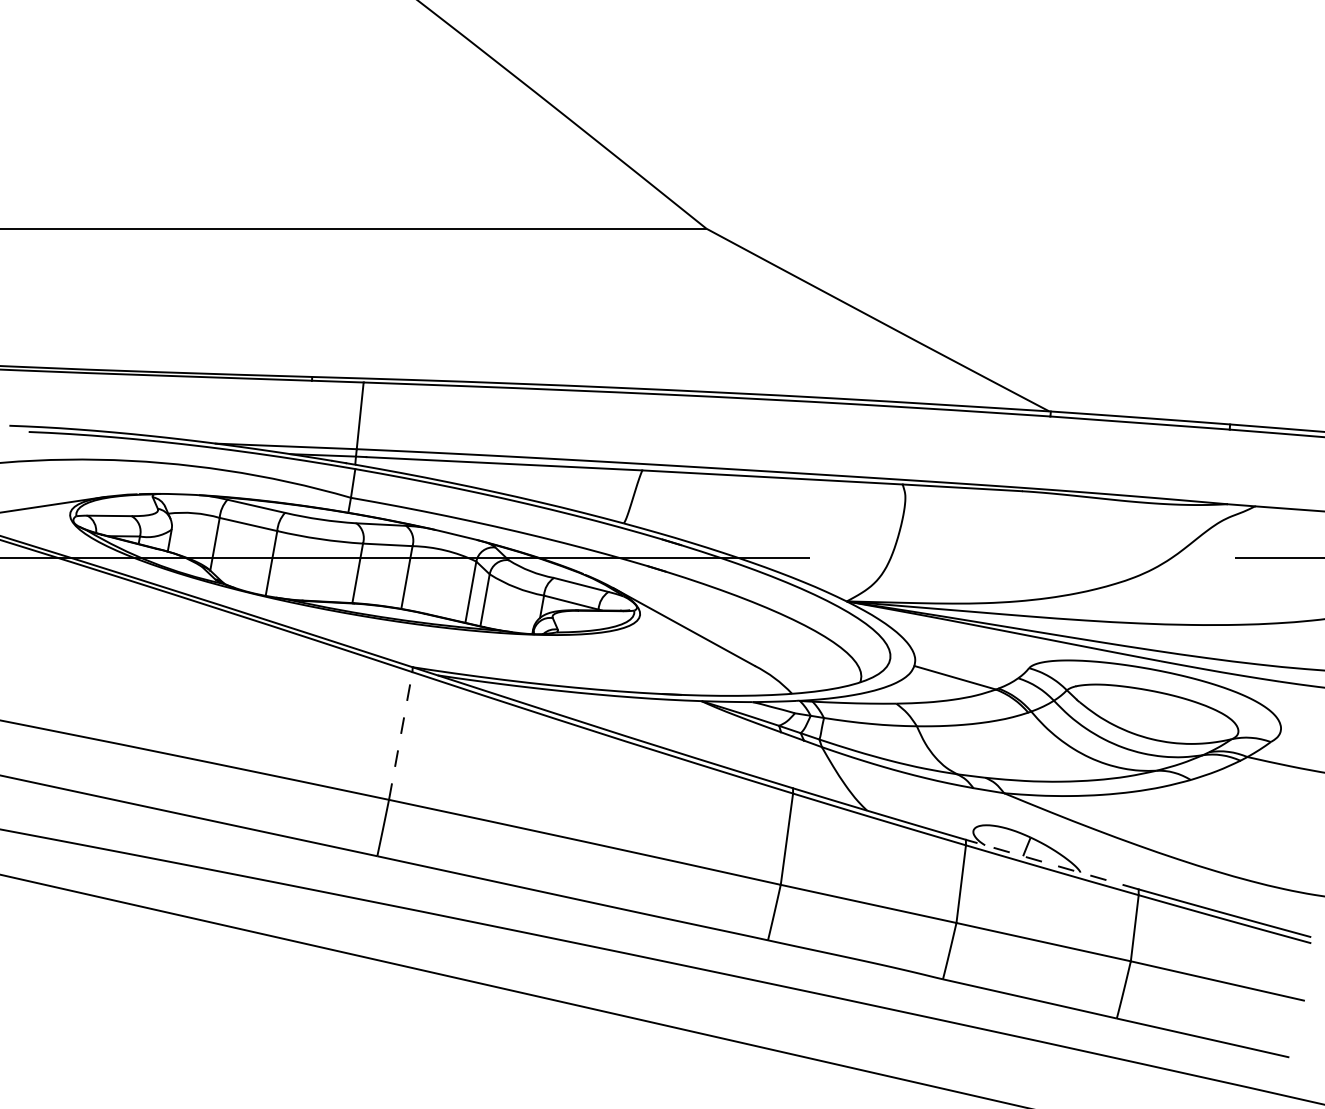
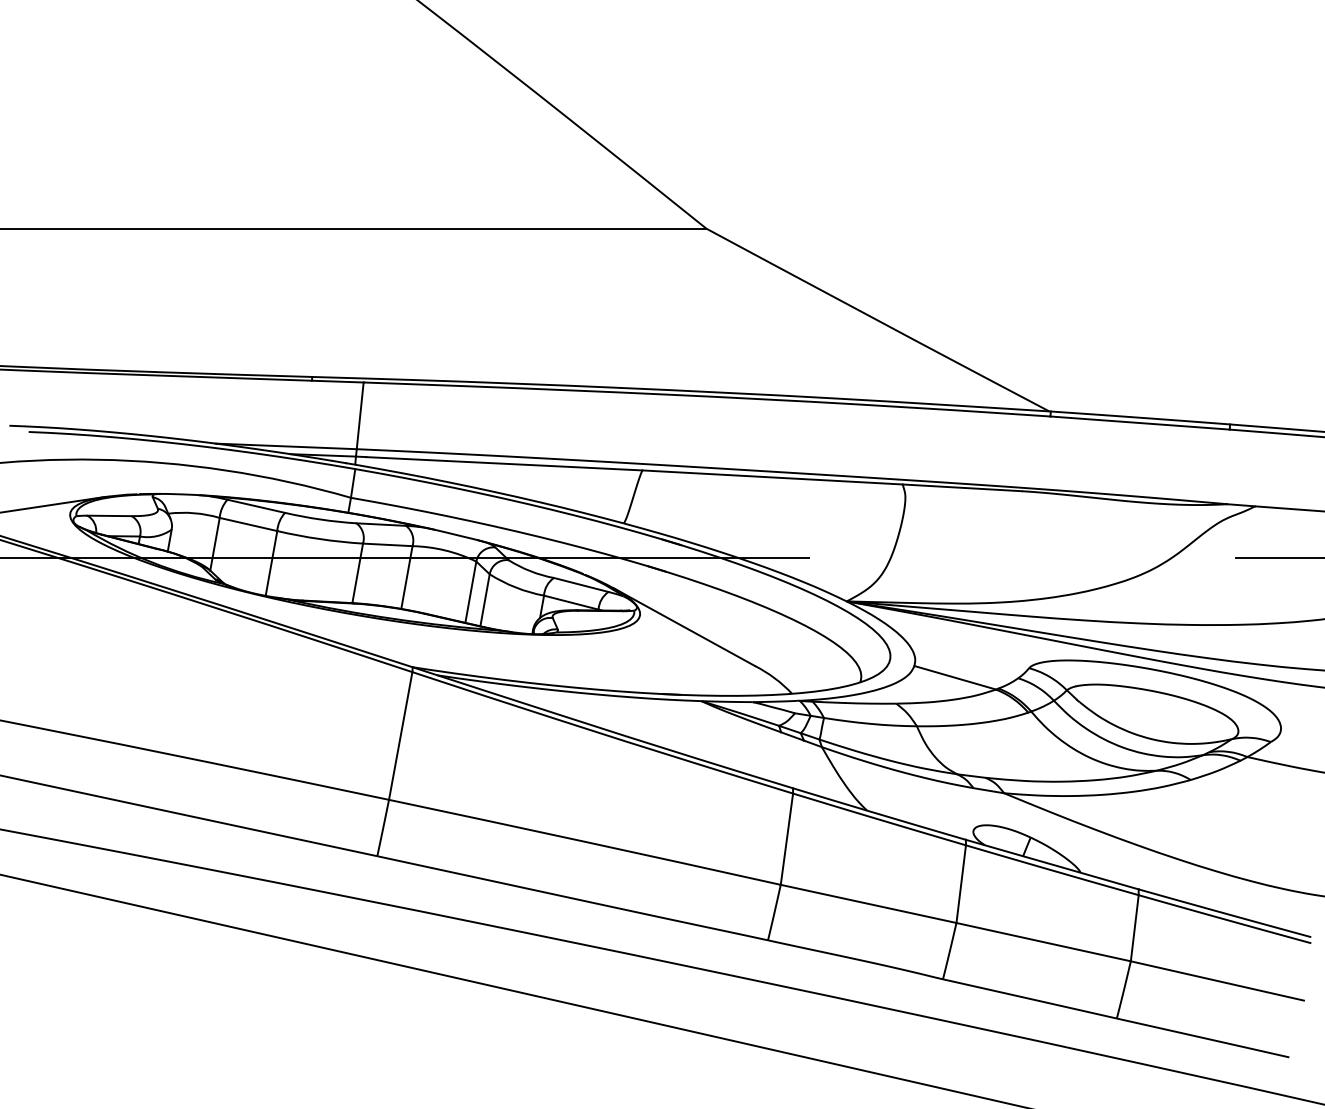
line at (400, 735): dashed -> solid
line at (1052, 864): dashed -> solid
